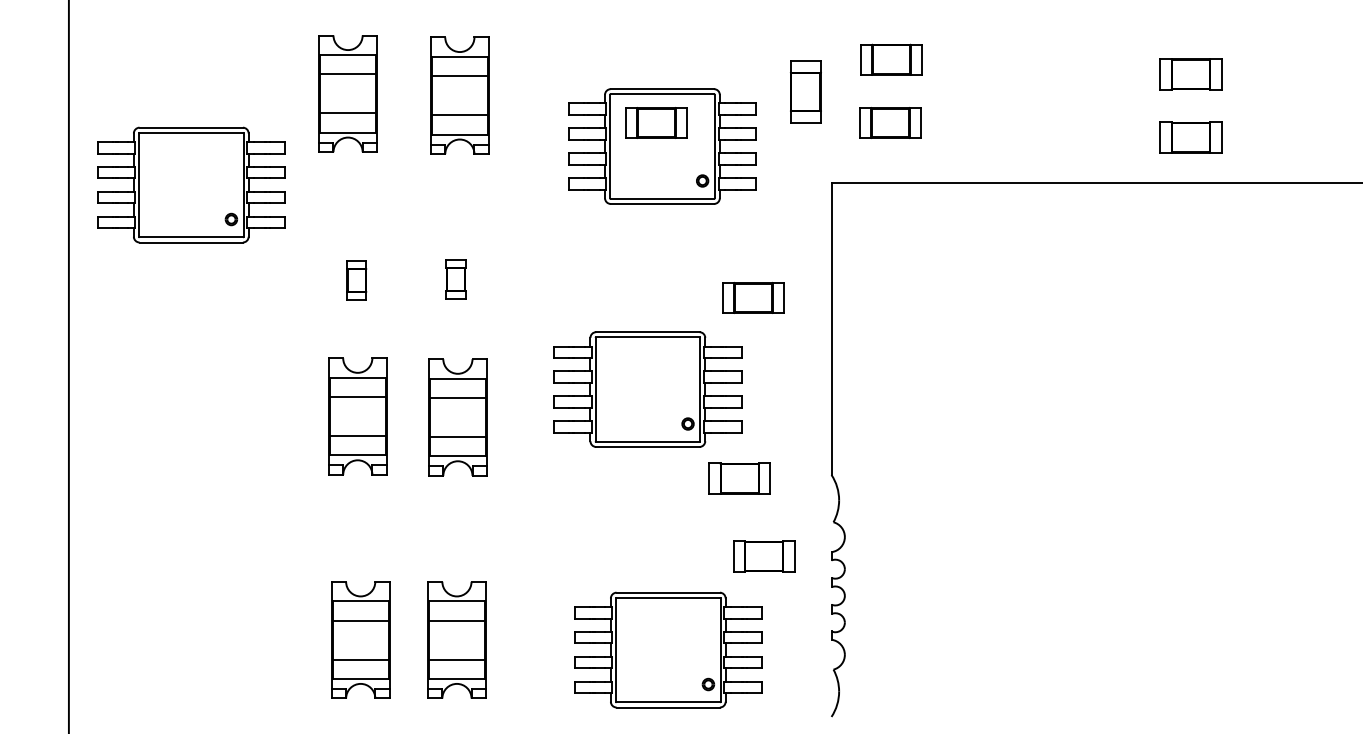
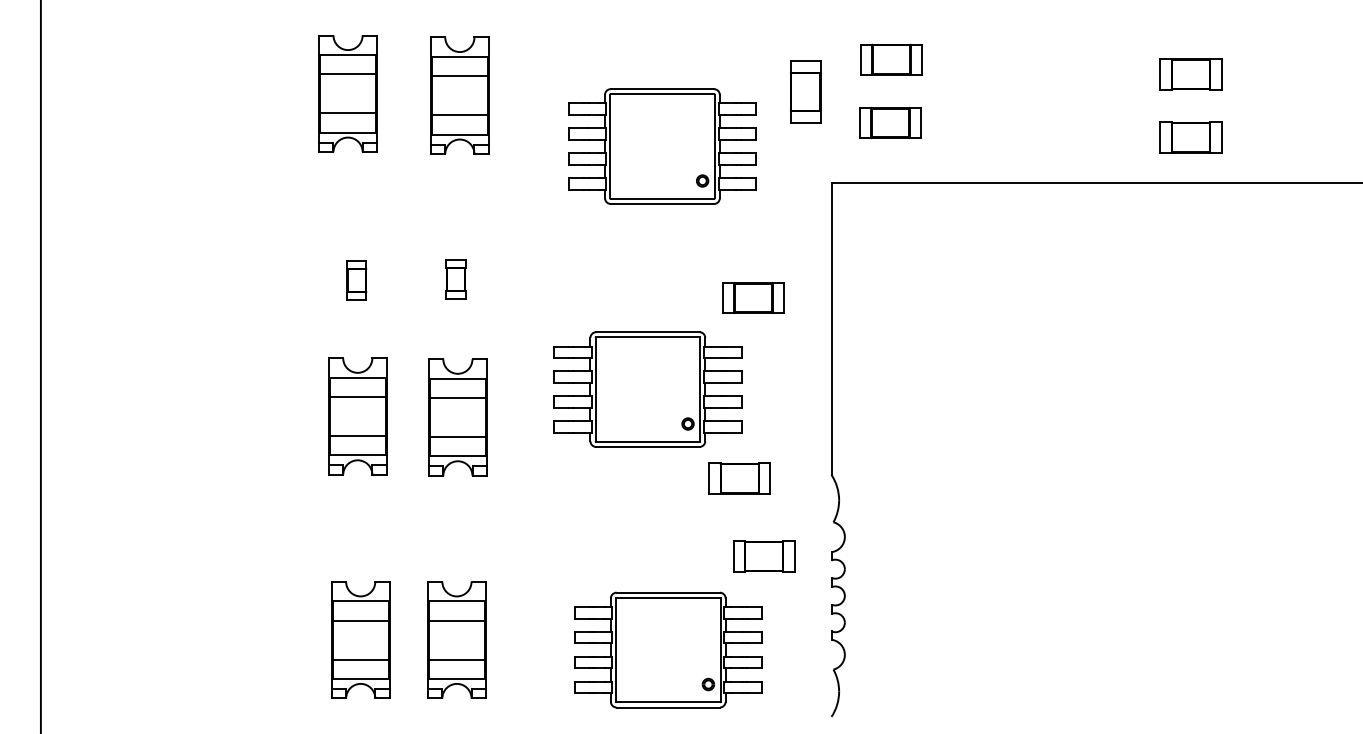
part at (656, 122): present -> none
part at (191, 184): present -> none
line at (68, 366) position: (68, 366) -> (40, 366)
